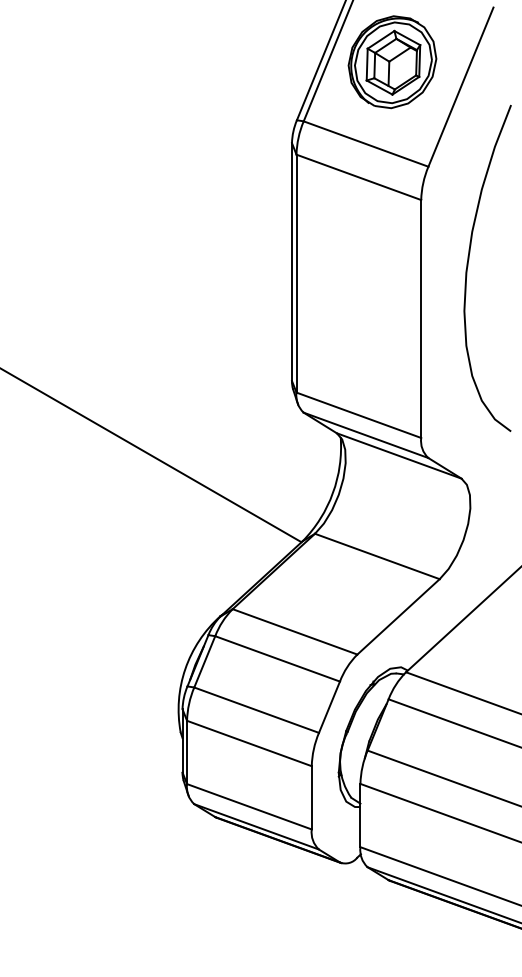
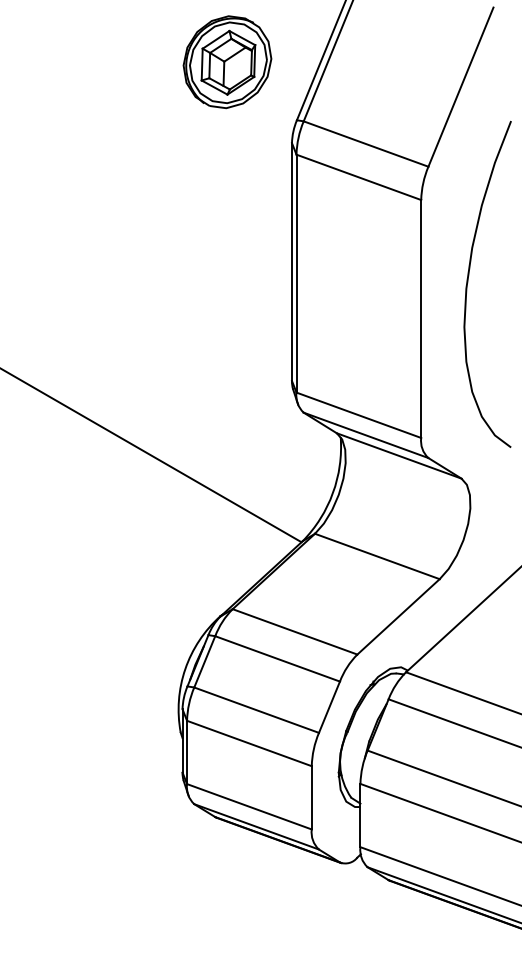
part at (392, 62) position: (392, 62) -> (227, 62)
curve at (468, 266) position: (468, 266) -> (468, 282)
